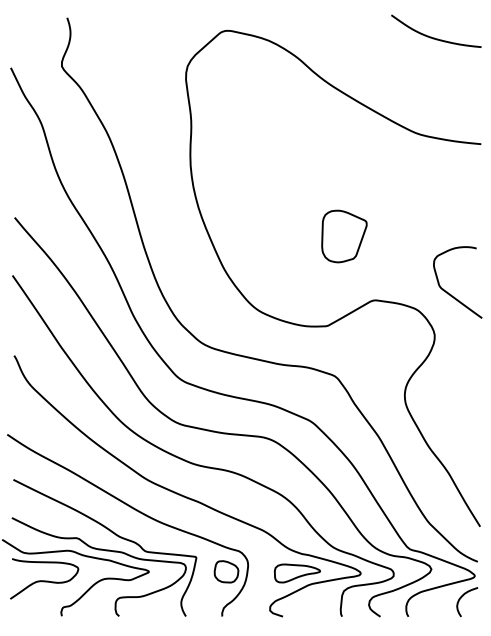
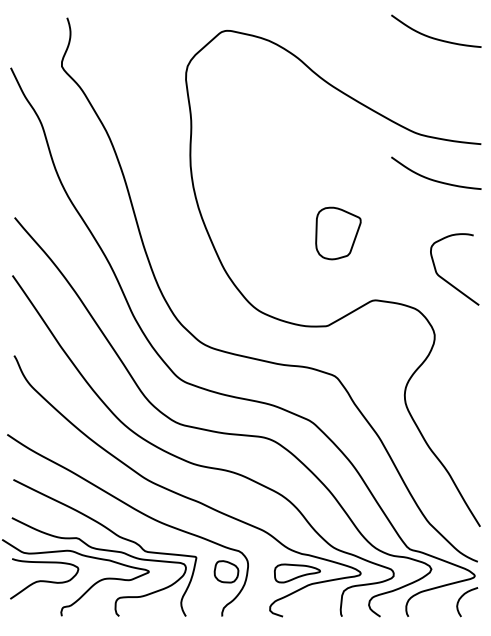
curve at (434, 179): none -> present
part at (344, 236) position: (344, 236) -> (338, 233)
curve at (451, 294) position: (451, 294) -> (448, 281)
